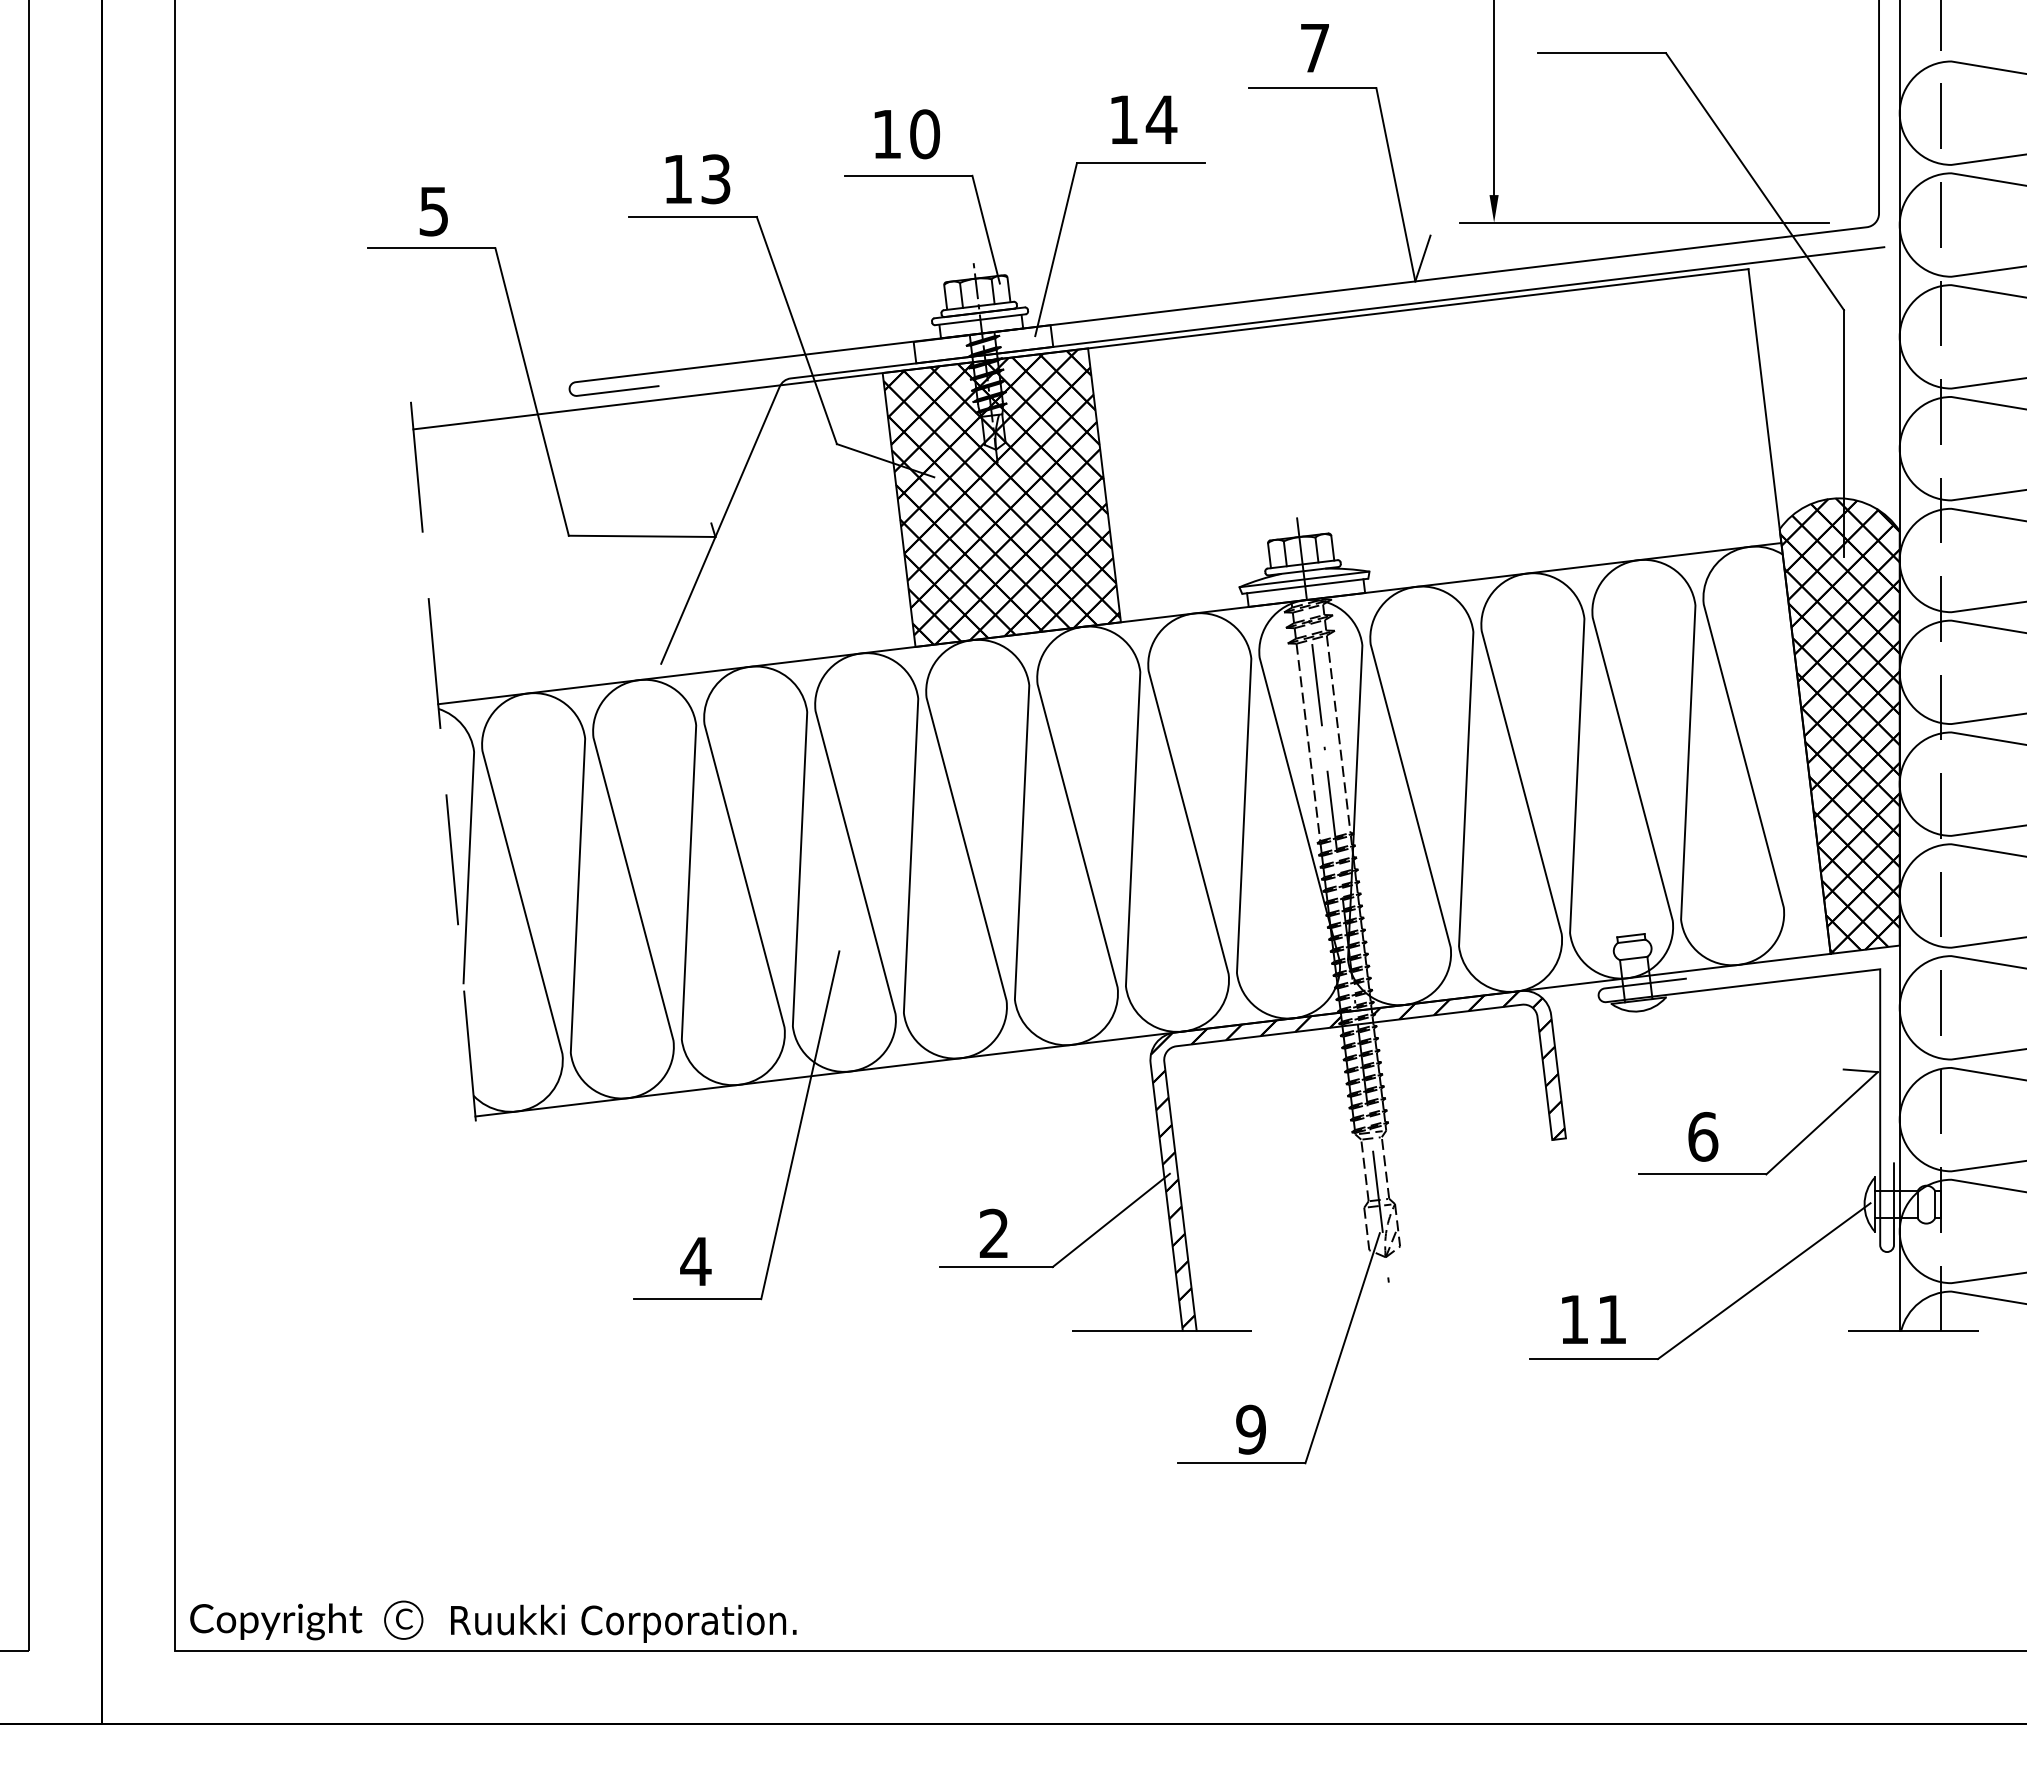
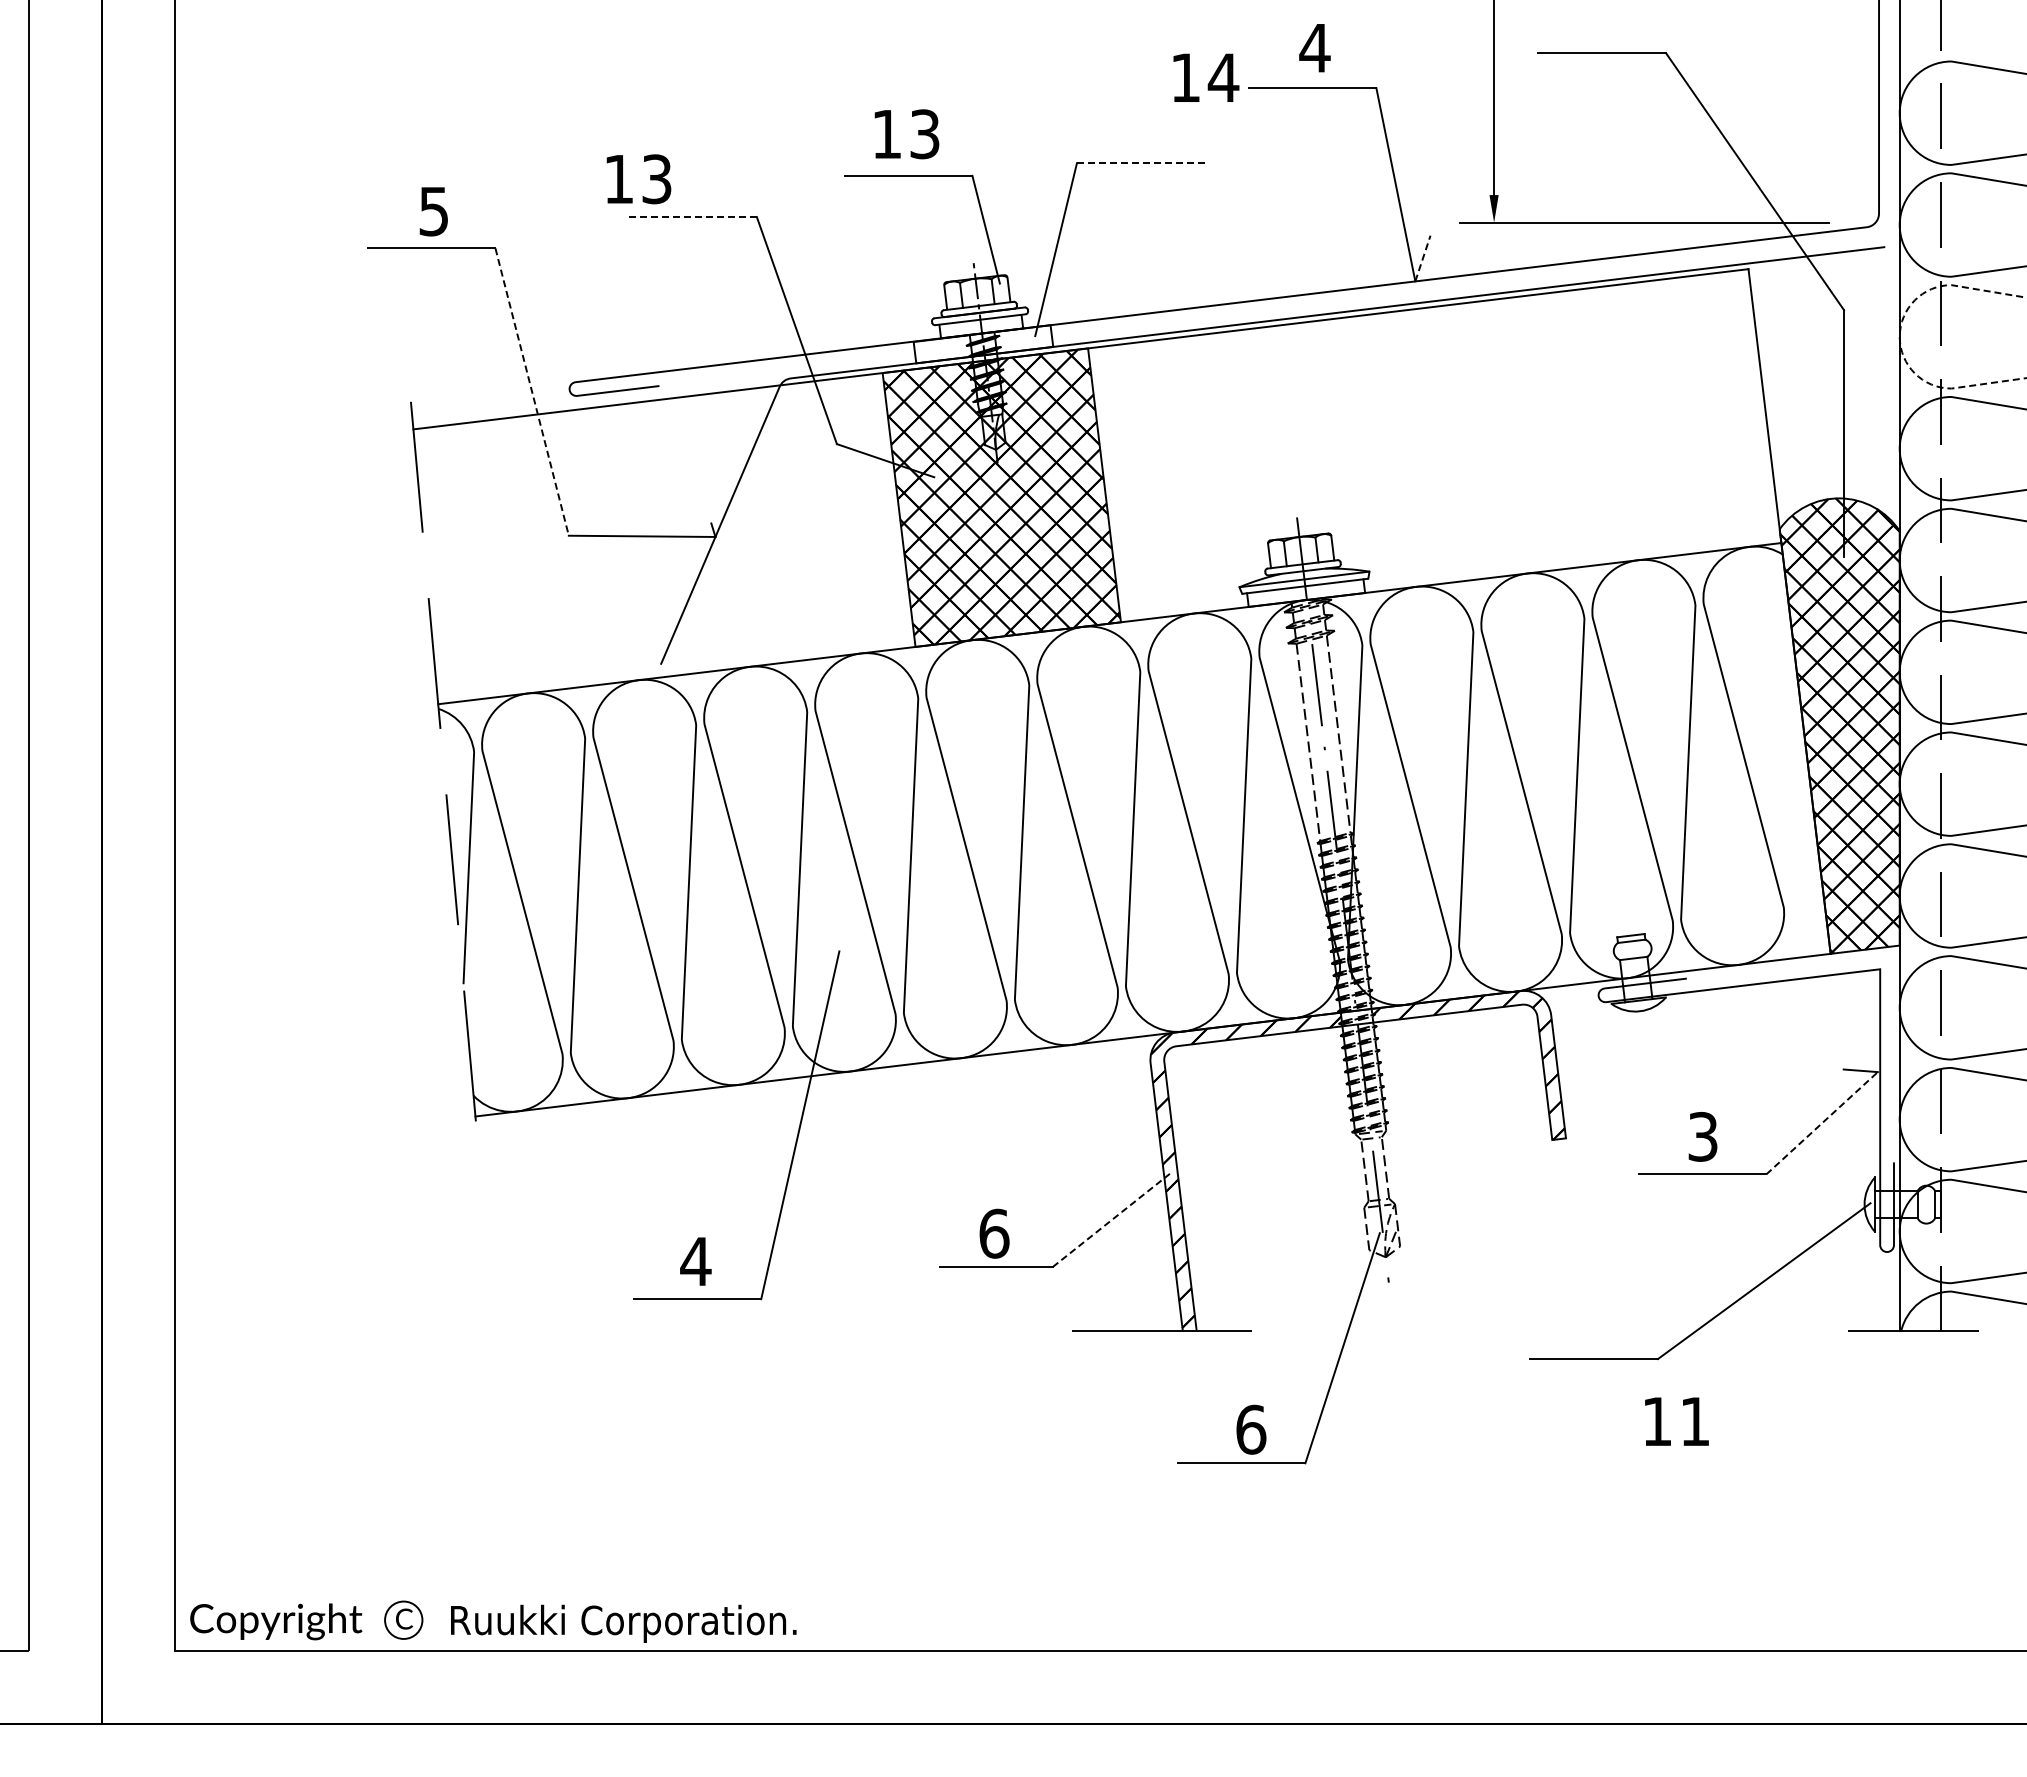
text at (1314, 48): 7 -> 4
text at (1144, 119) position: (1144, 119) -> (1206, 77)
text at (925, 134): 10 -> 13
line at (1140, 163): solid -> dashed
text at (697, 179) position: (697, 179) -> (638, 179)
line at (693, 217): solid -> dashed
line at (1423, 258): solid -> dashed
line at (1899, 336): solid -> dashed
line at (532, 392): solid -> dashed
line at (1822, 1123): solid -> dashed
text at (1703, 1136): 6 -> 3
line at (1111, 1220): solid -> dashed
text at (994, 1233): 2 -> 6
text at (1593, 1319) position: (1593, 1319) -> (1676, 1421)
text at (1251, 1429): 9 -> 6
